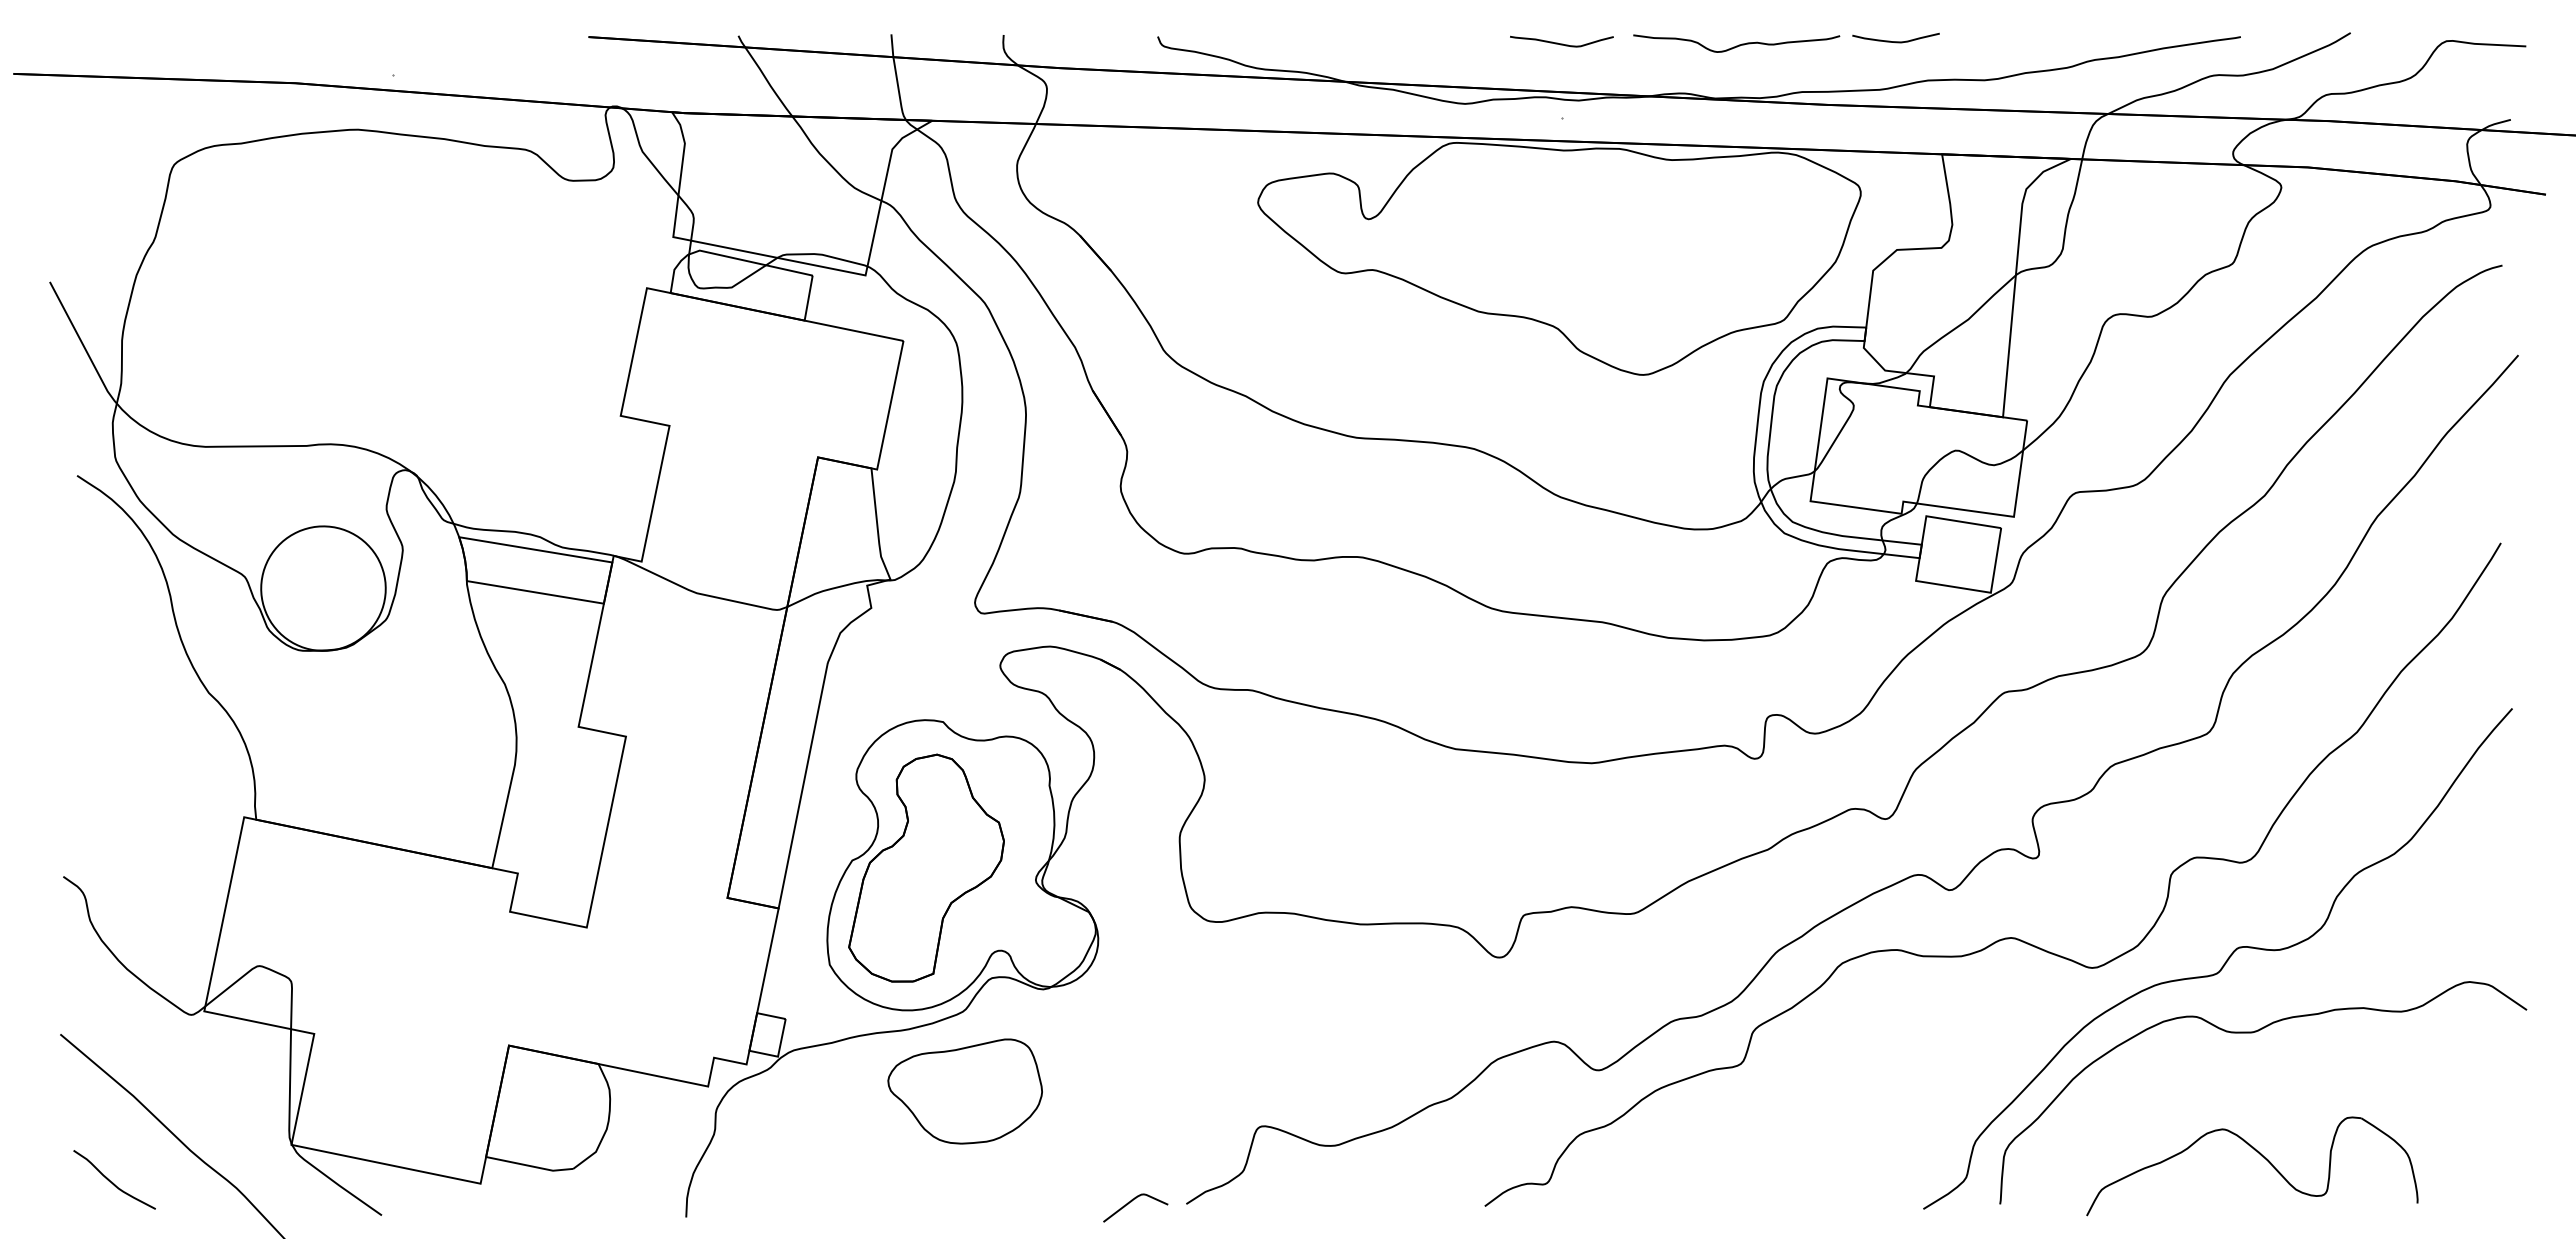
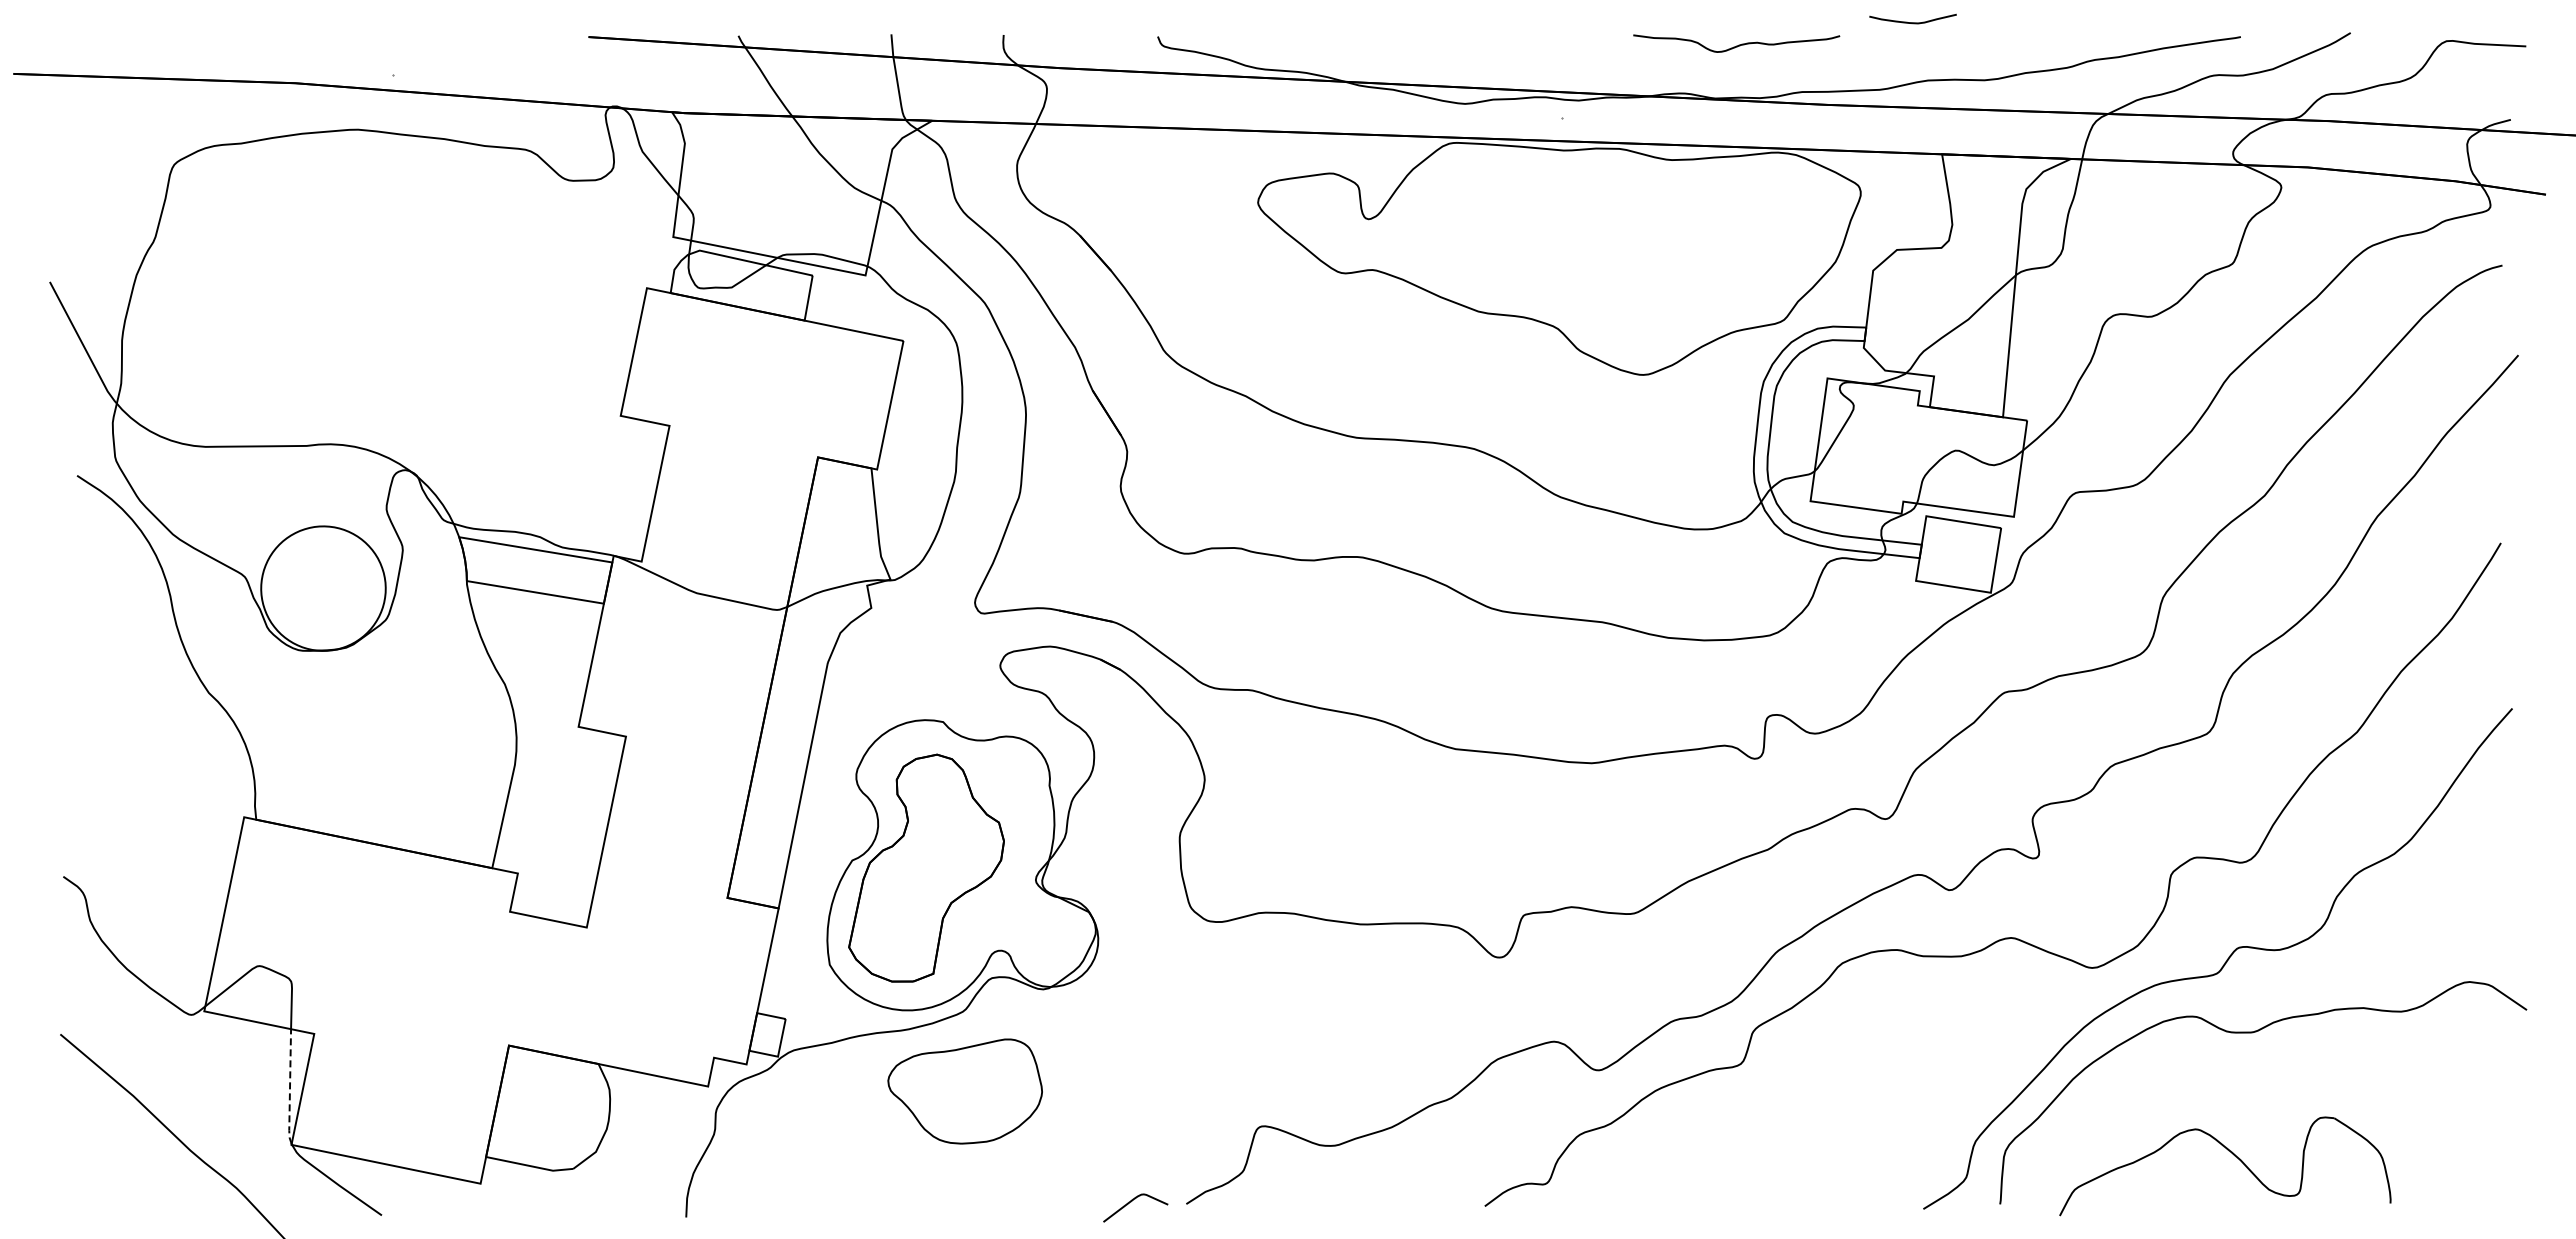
curve at (1895, 41) position: (1895, 41) -> (1912, 22)
curve at (1561, 43): present -> none
line at (290, 1087): solid -> dashed
part at (2261, 1156) position: (2261, 1156) -> (2234, 1156)
curve at (113, 1182): present -> none
